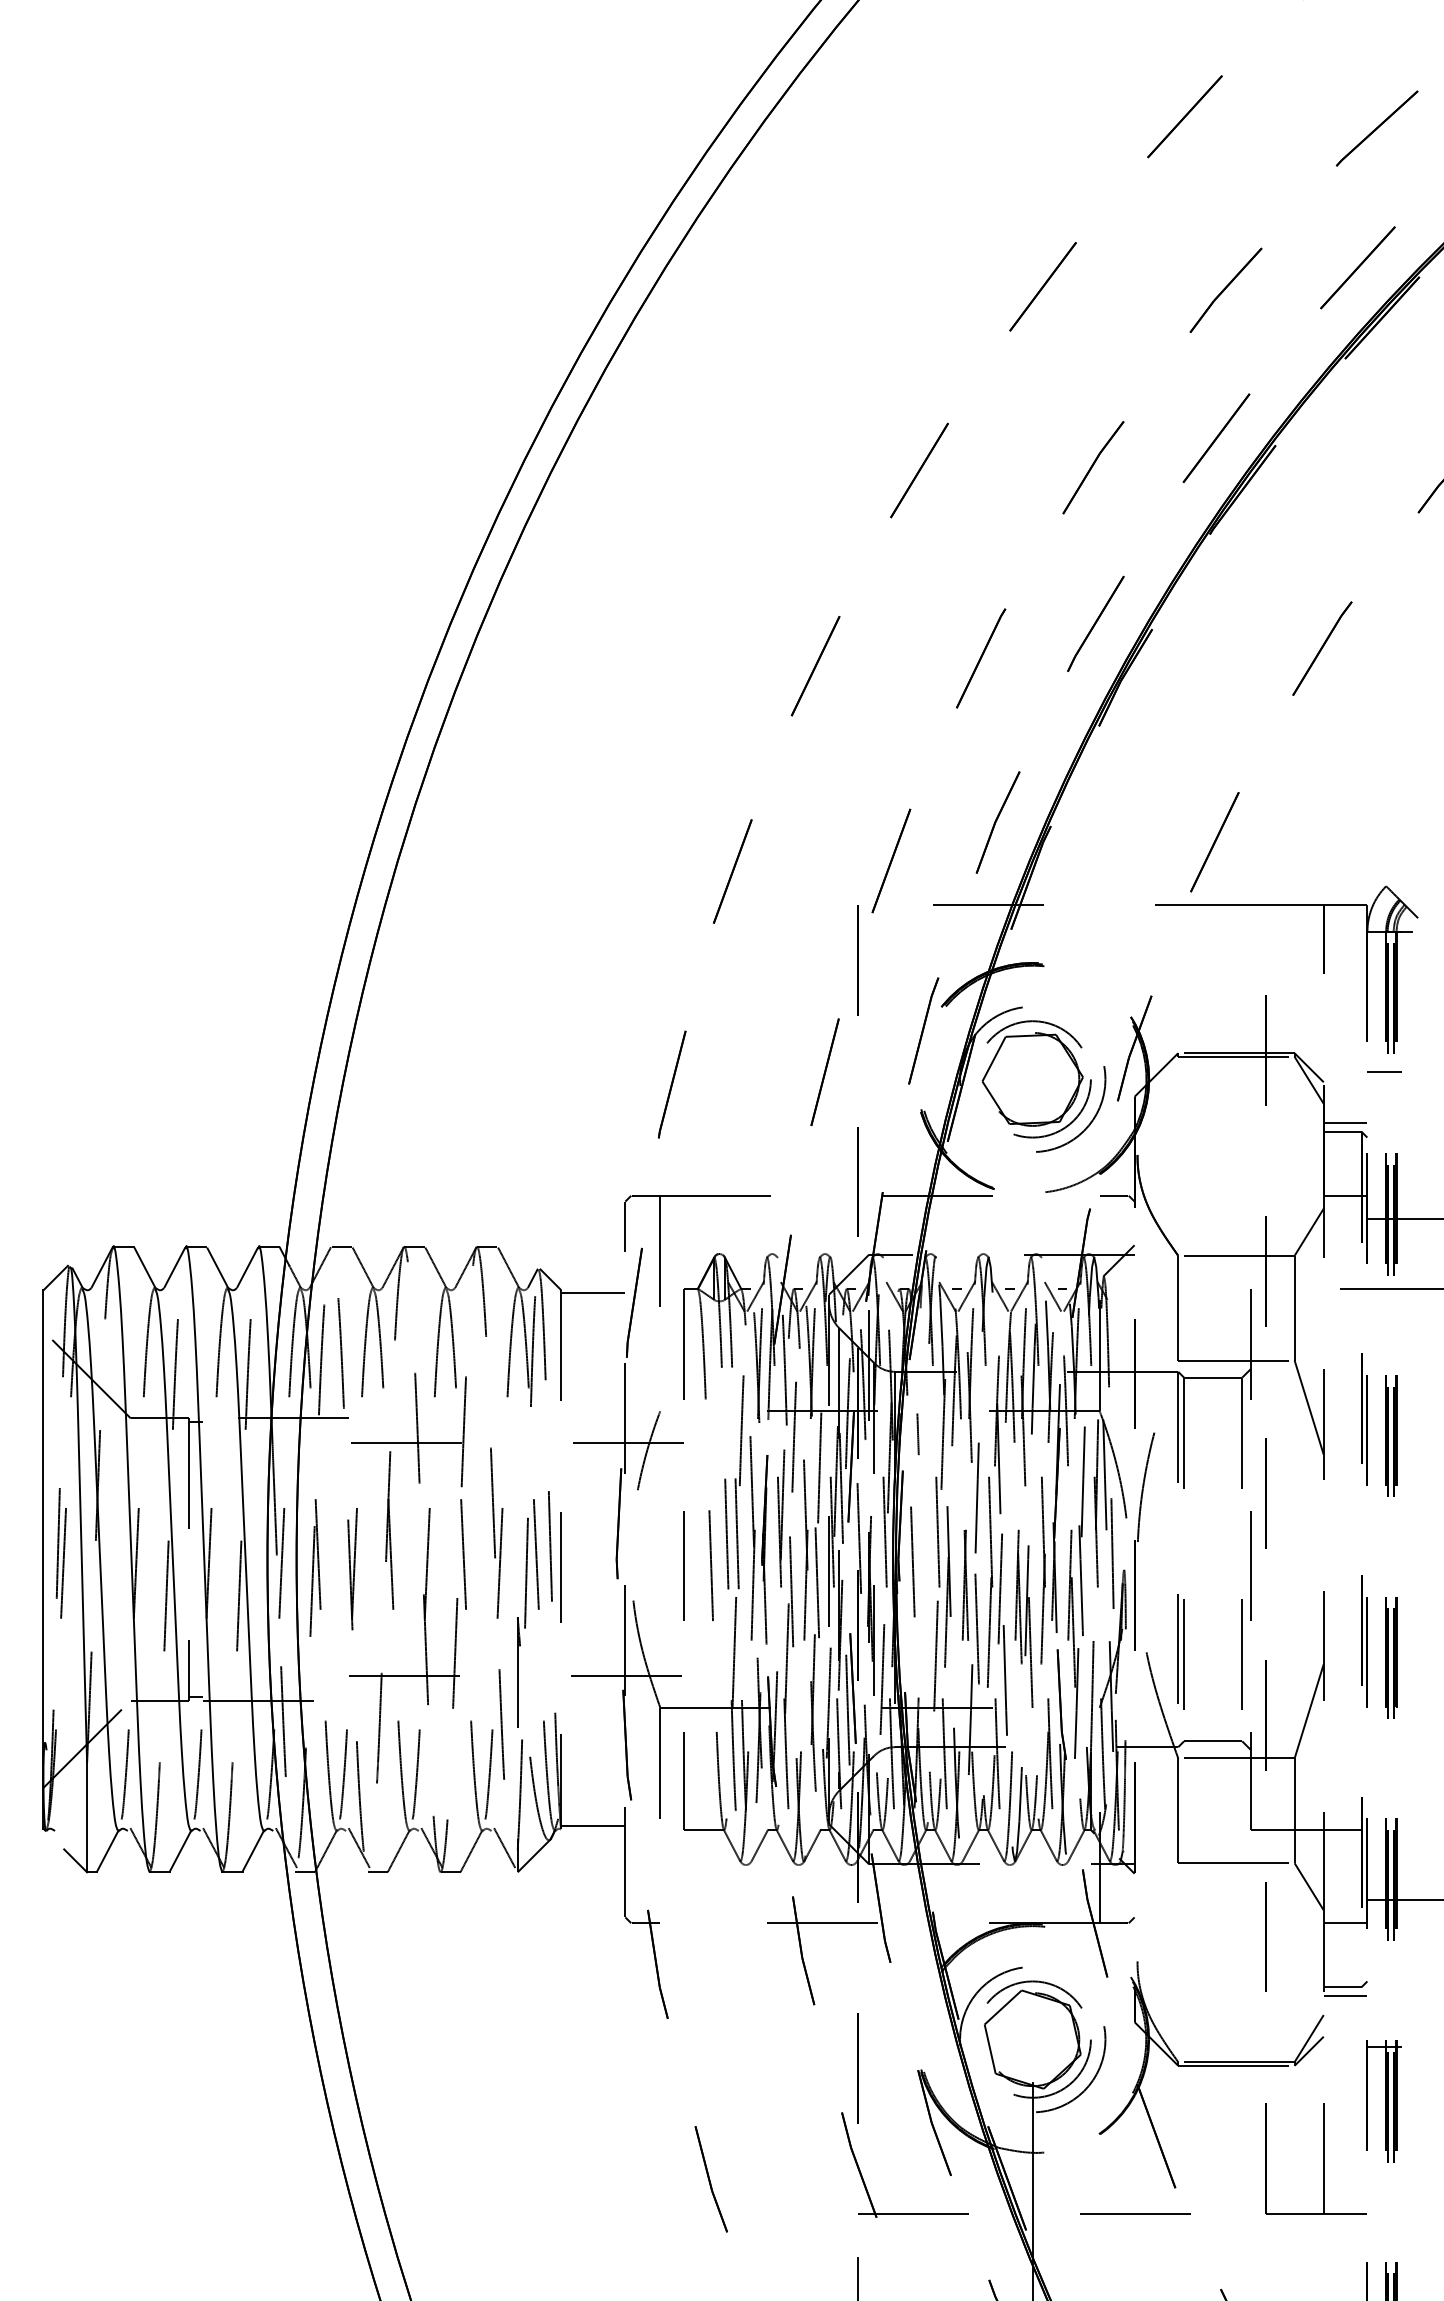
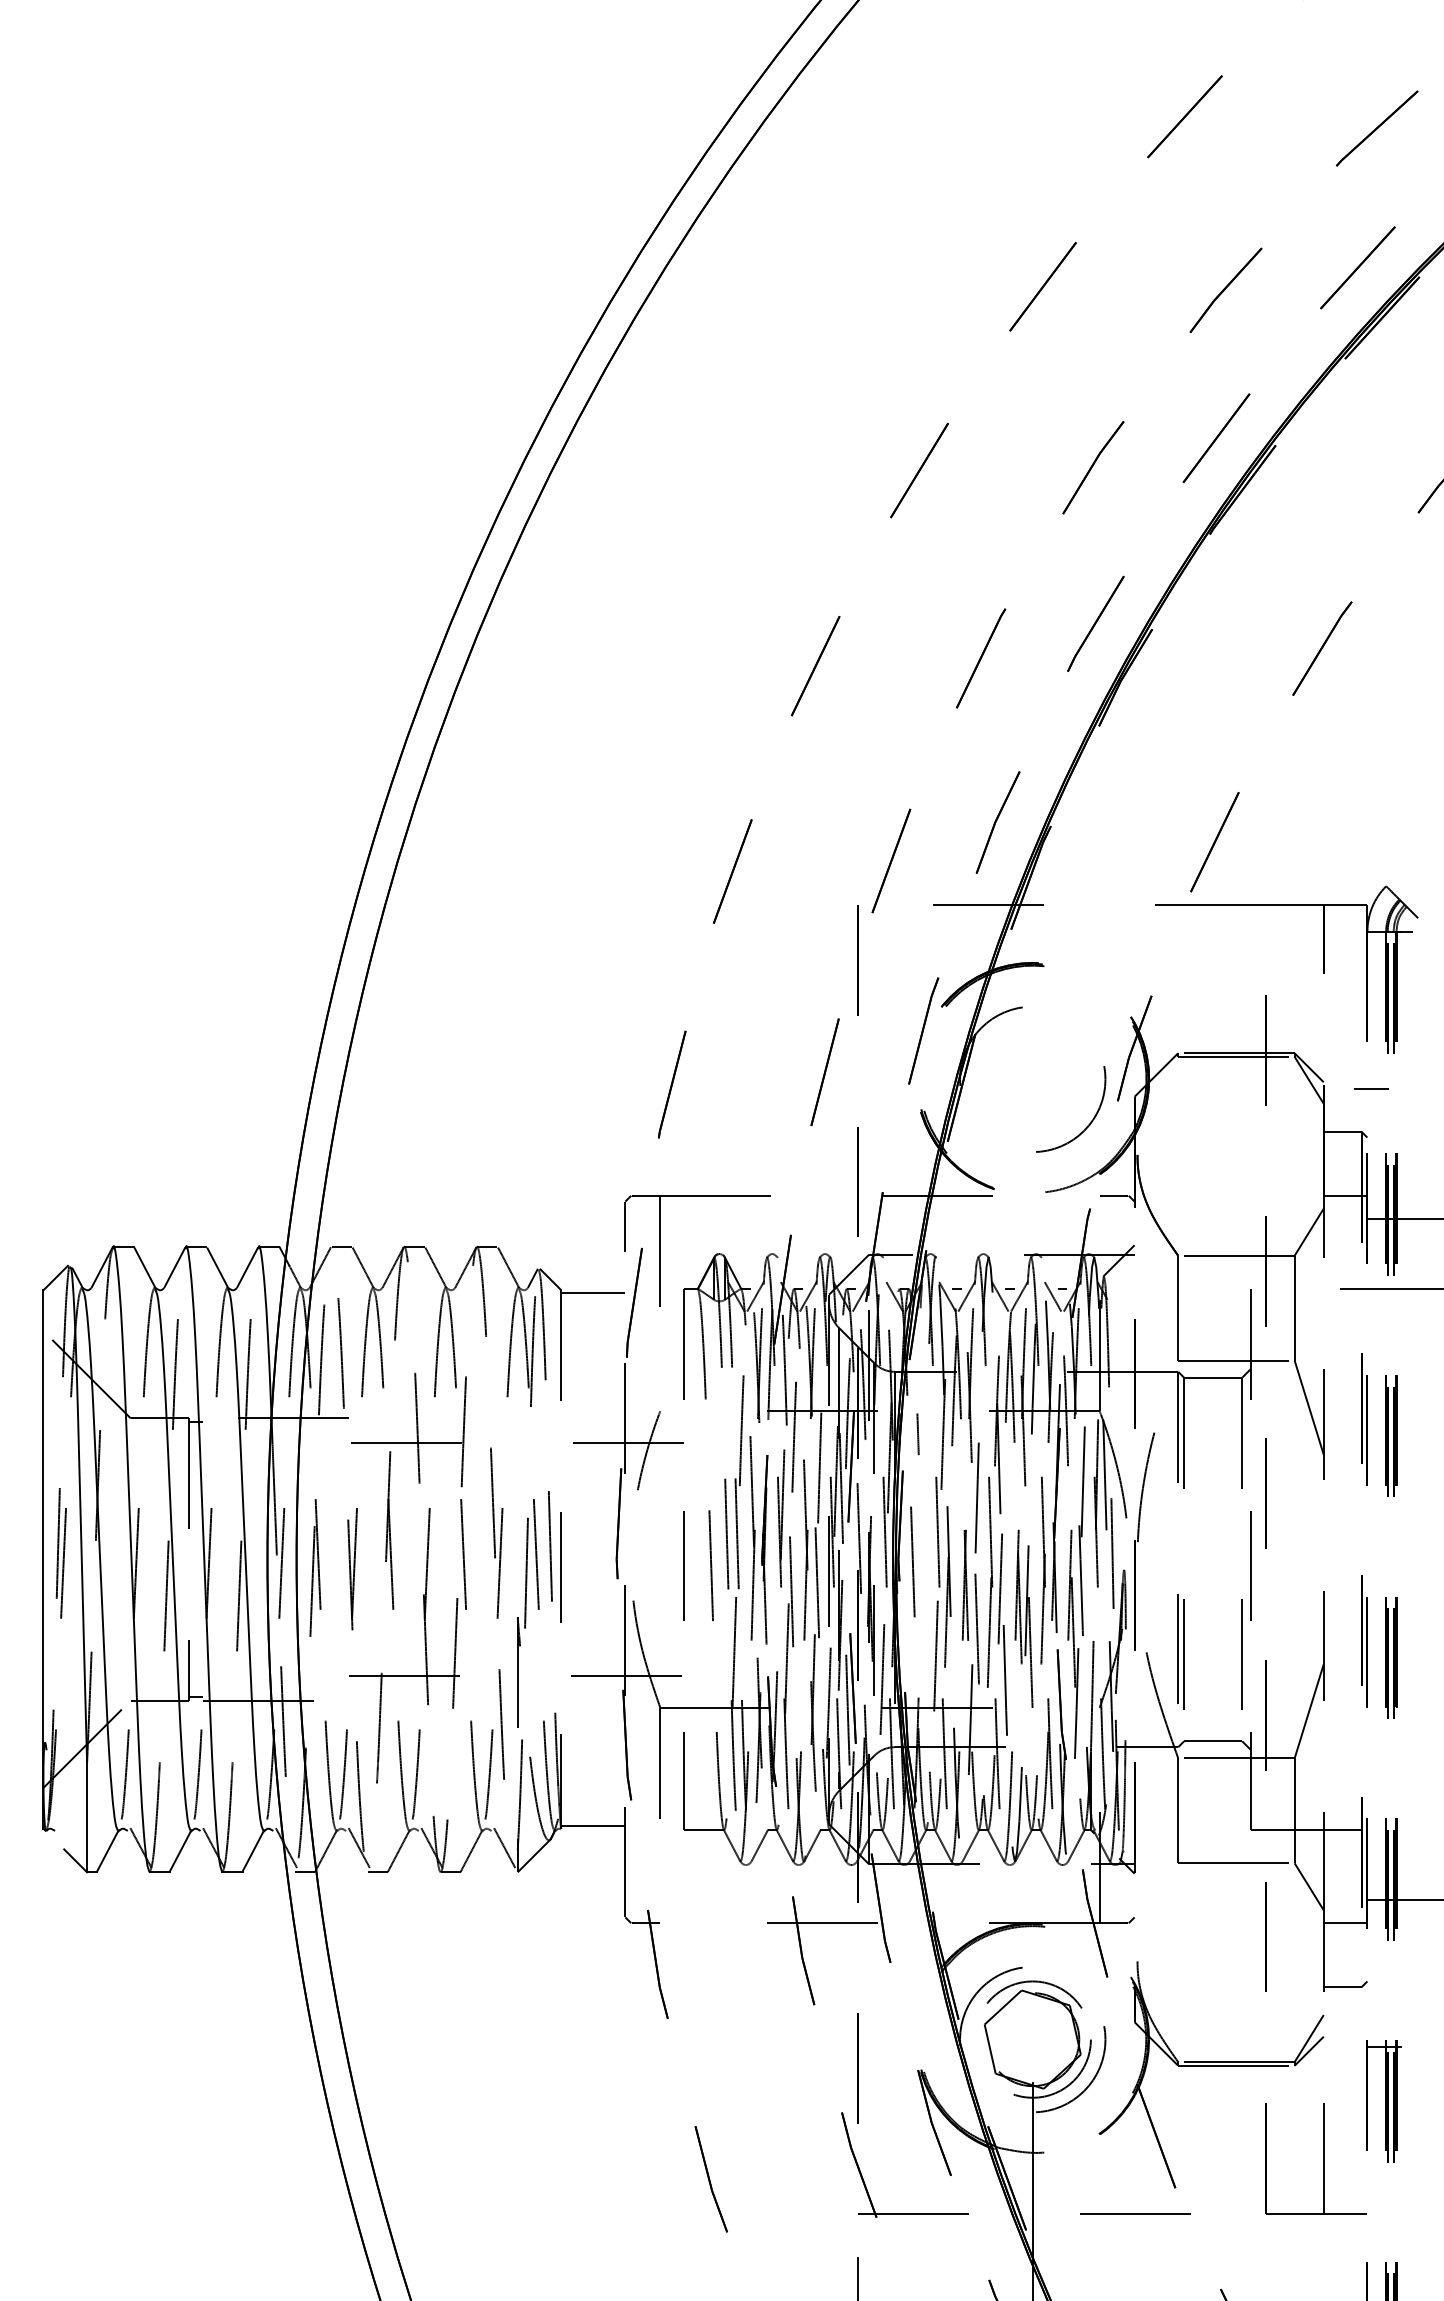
line at (1384, 1071) position: (1384, 1071) -> (1371, 1088)
part at (1036, 1079): present -> none
line at (1345, 1123): present -> none
line at (1345, 1995): present -> none
